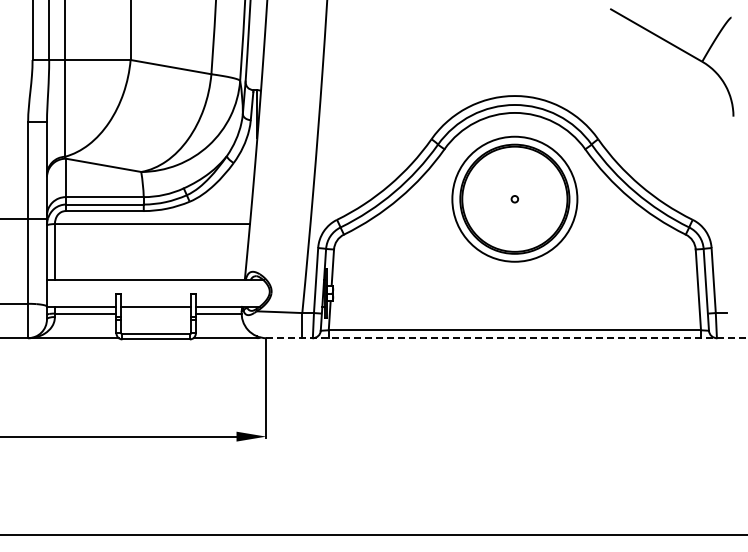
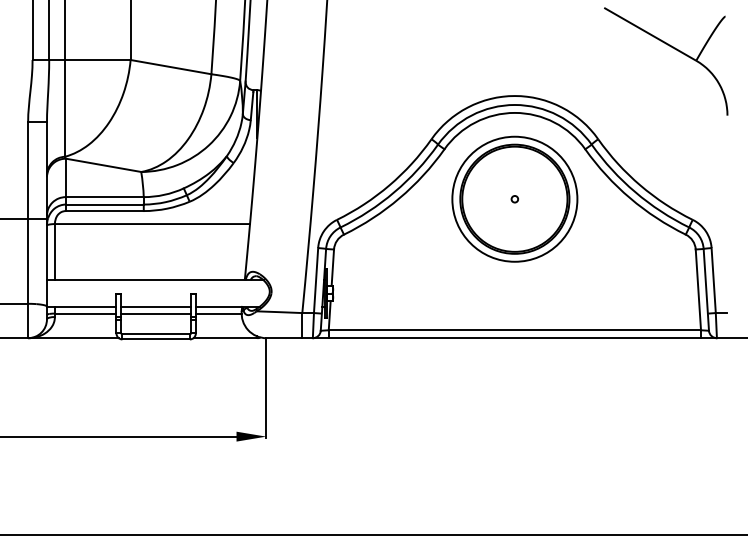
part at (678, 49) position: (678, 49) -> (672, 48)
line at (155, 313): none -> present
line at (507, 338): dashed -> solid
